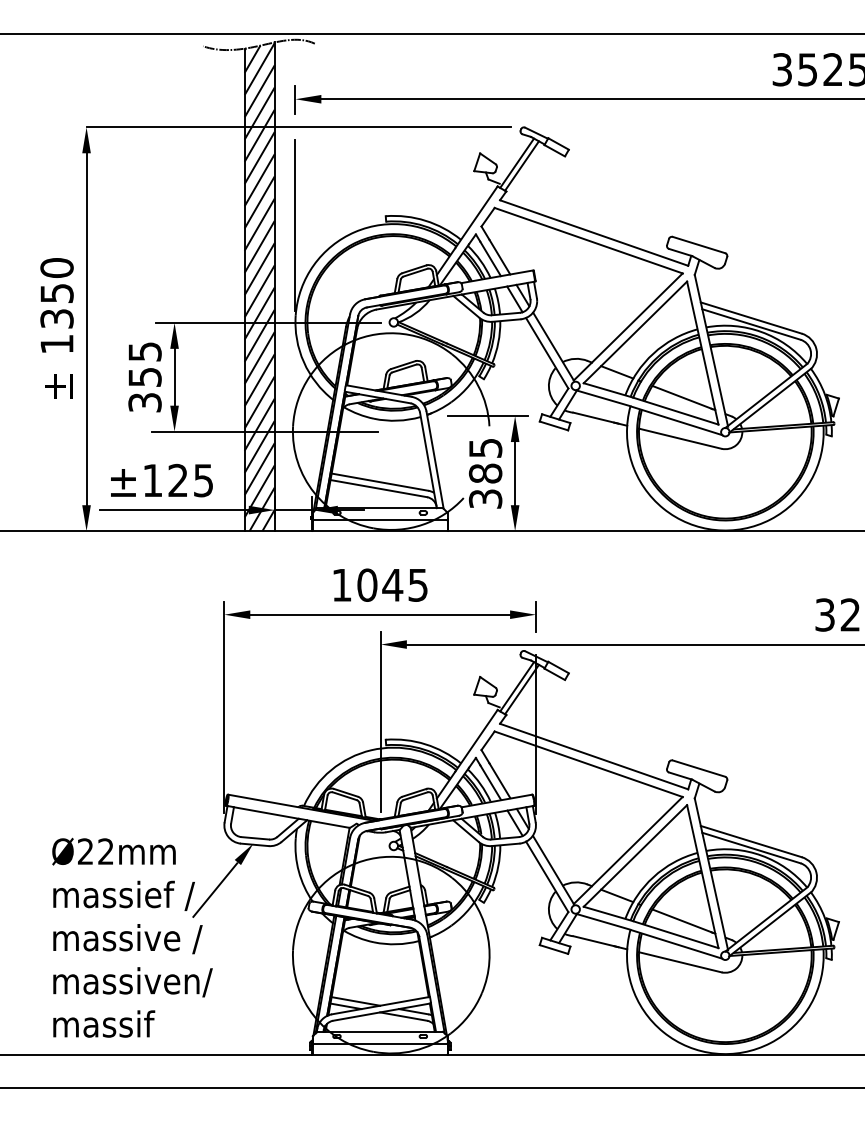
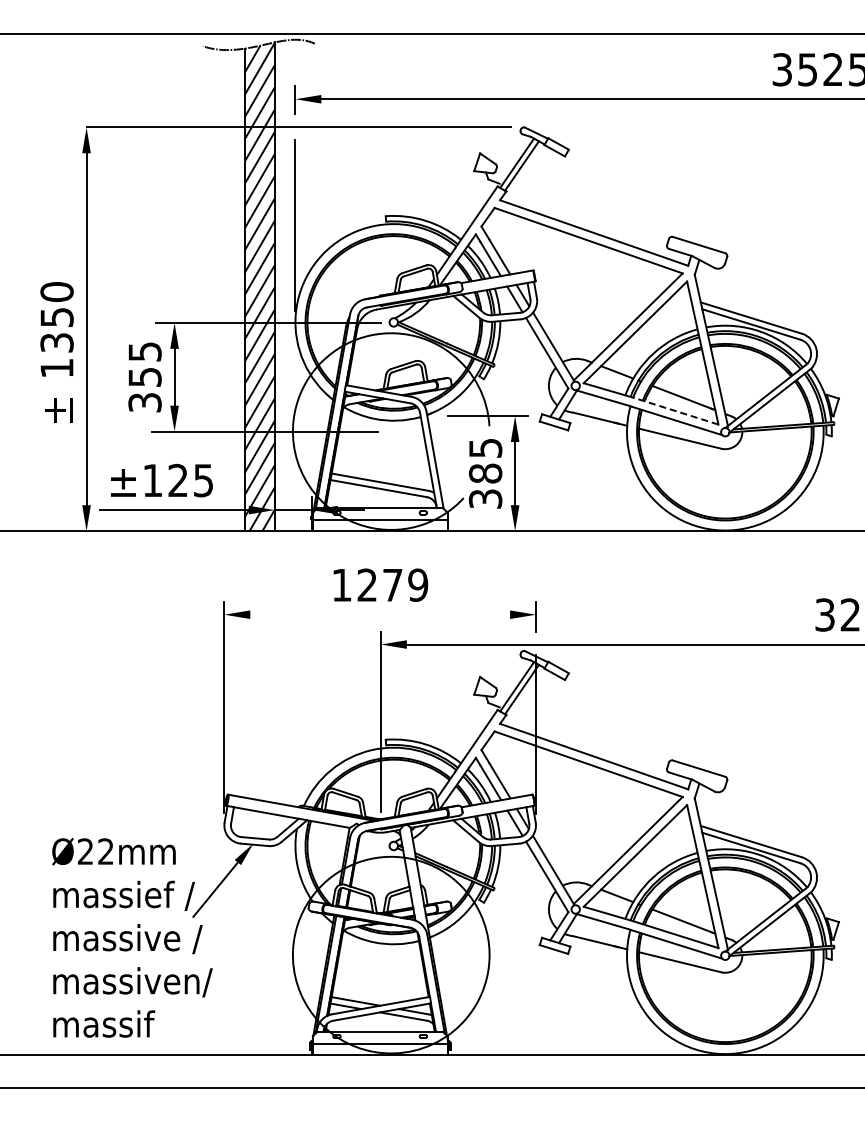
text at (56, 328) position: (56, 328) -> (56, 352)
line at (675, 411): solid -> dashed
text at (392, 584): 1045 -> 1279
line at (380, 614): present -> none
